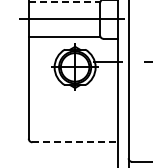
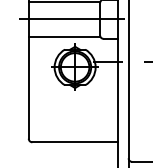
line at (64, 1): dashed -> solid
line at (75, 142): dashed -> solid
